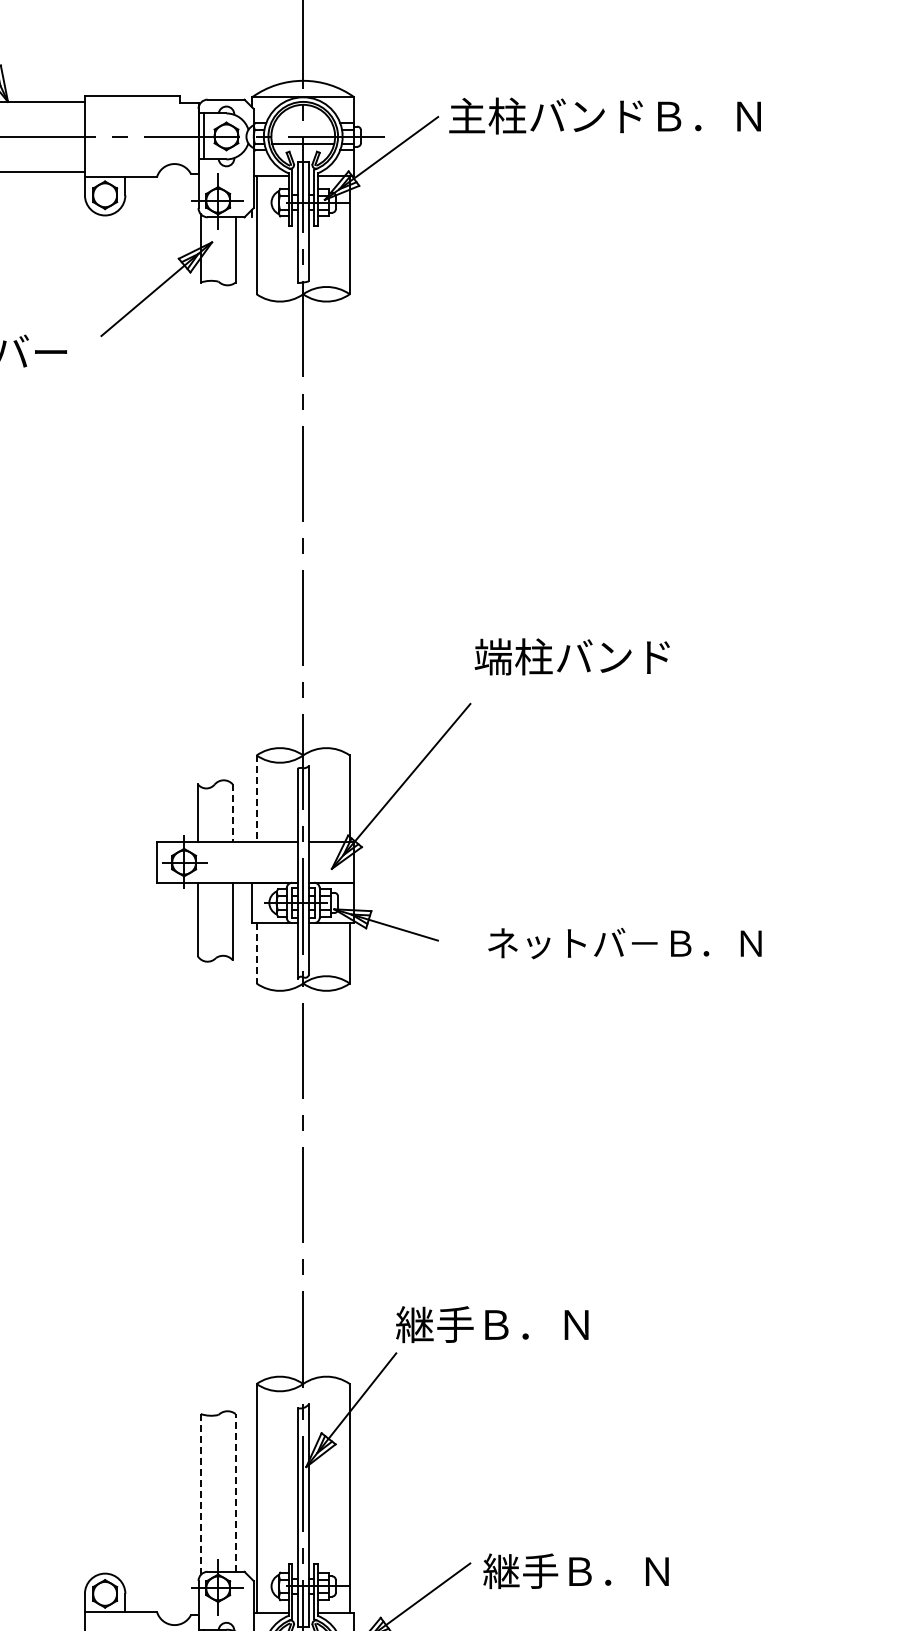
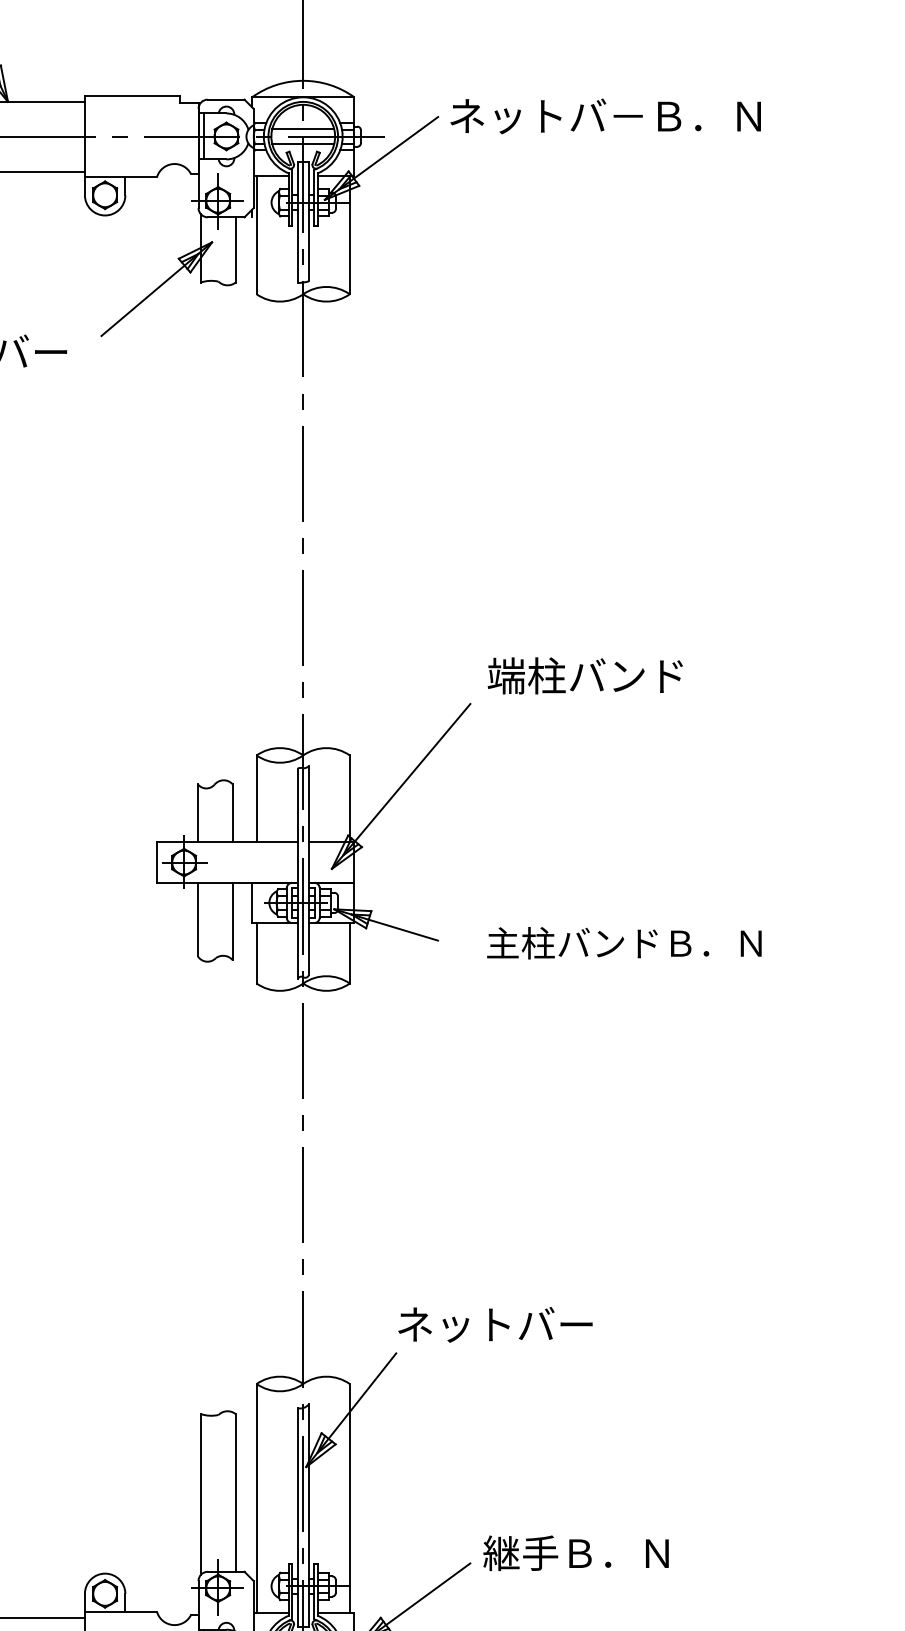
text at (545, 115): 主柱バンドＢ．Ｎ -> ネットバ－Ｂ．Ｎ
line at (303, 129): none -> present
text at (571, 656) position: (571, 656) -> (584, 675)
line at (256, 798): dashed -> solid
line at (232, 813): dashed -> solid
text at (572, 943): ネットバ－Ｂ．Ｎ -> 主柱バンドＢ．Ｎ
line at (256, 953): dashed -> solid
text at (494, 1324): 継手Ｂ．Ｎ -> ネットバー
line at (235, 1492): dashed -> solid
line at (200, 1494): dashed -> solid
text at (575, 1571) position: (575, 1571) -> (575, 1553)
line at (43, 1617): none -> present
